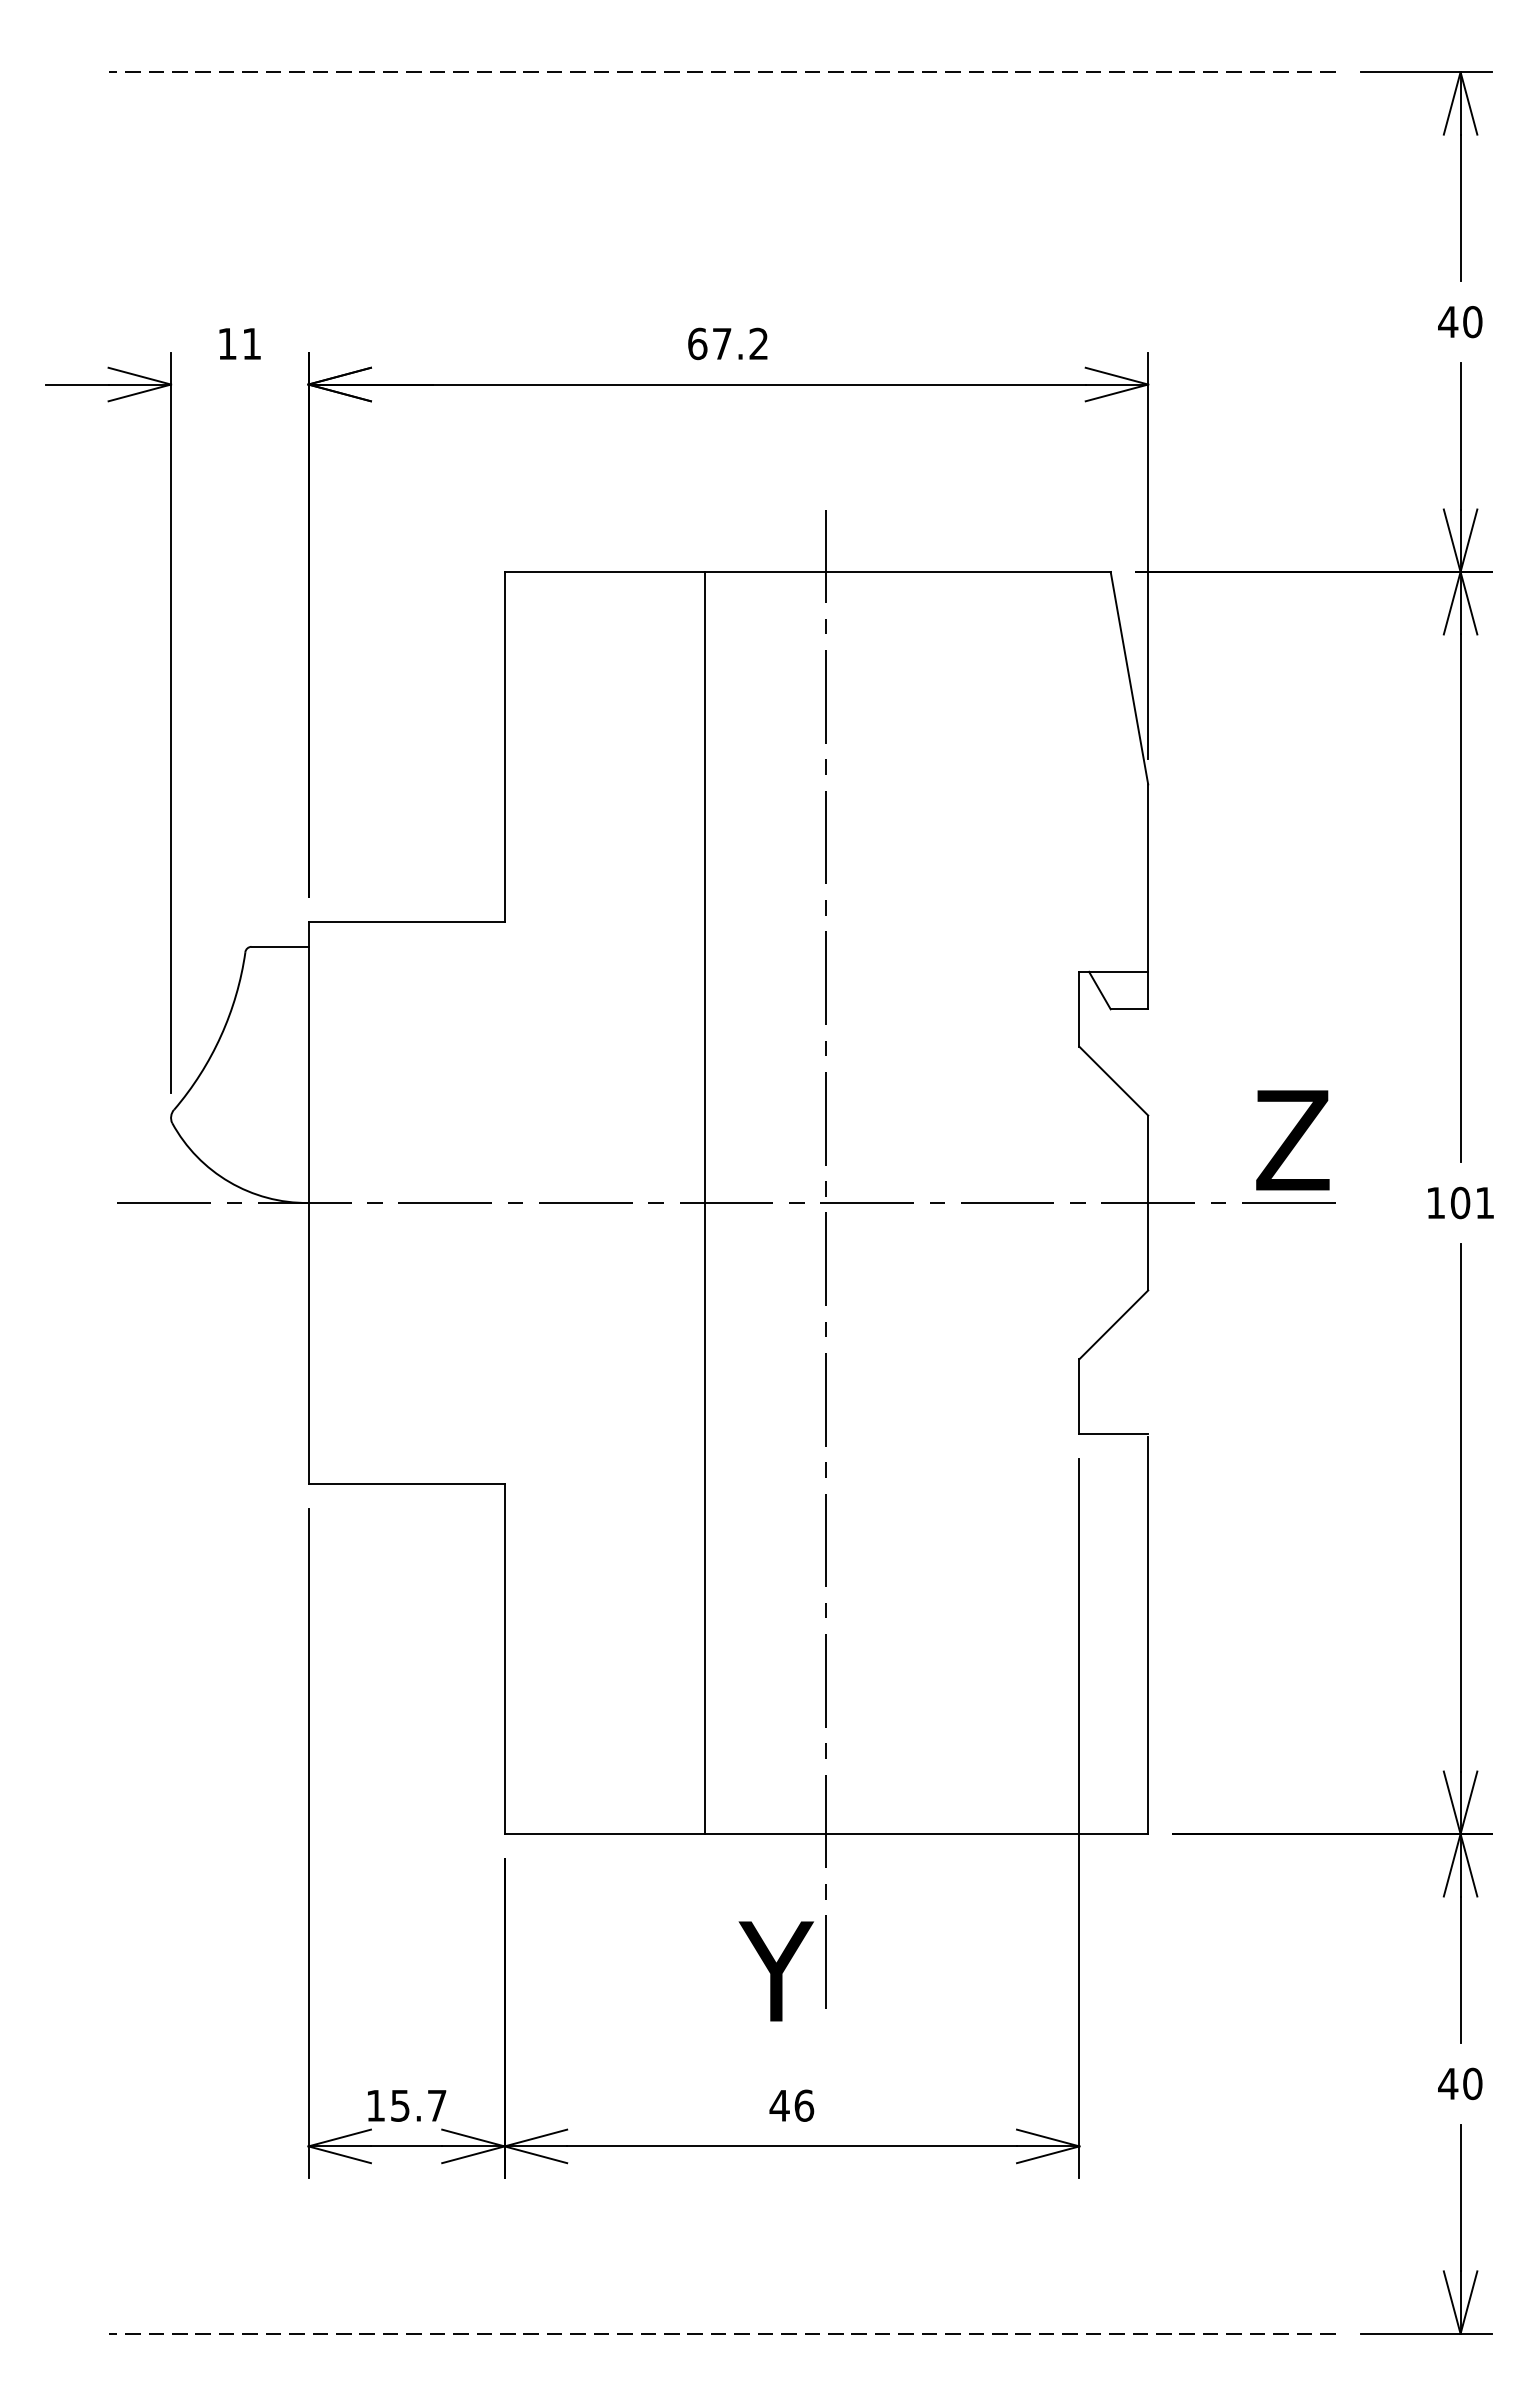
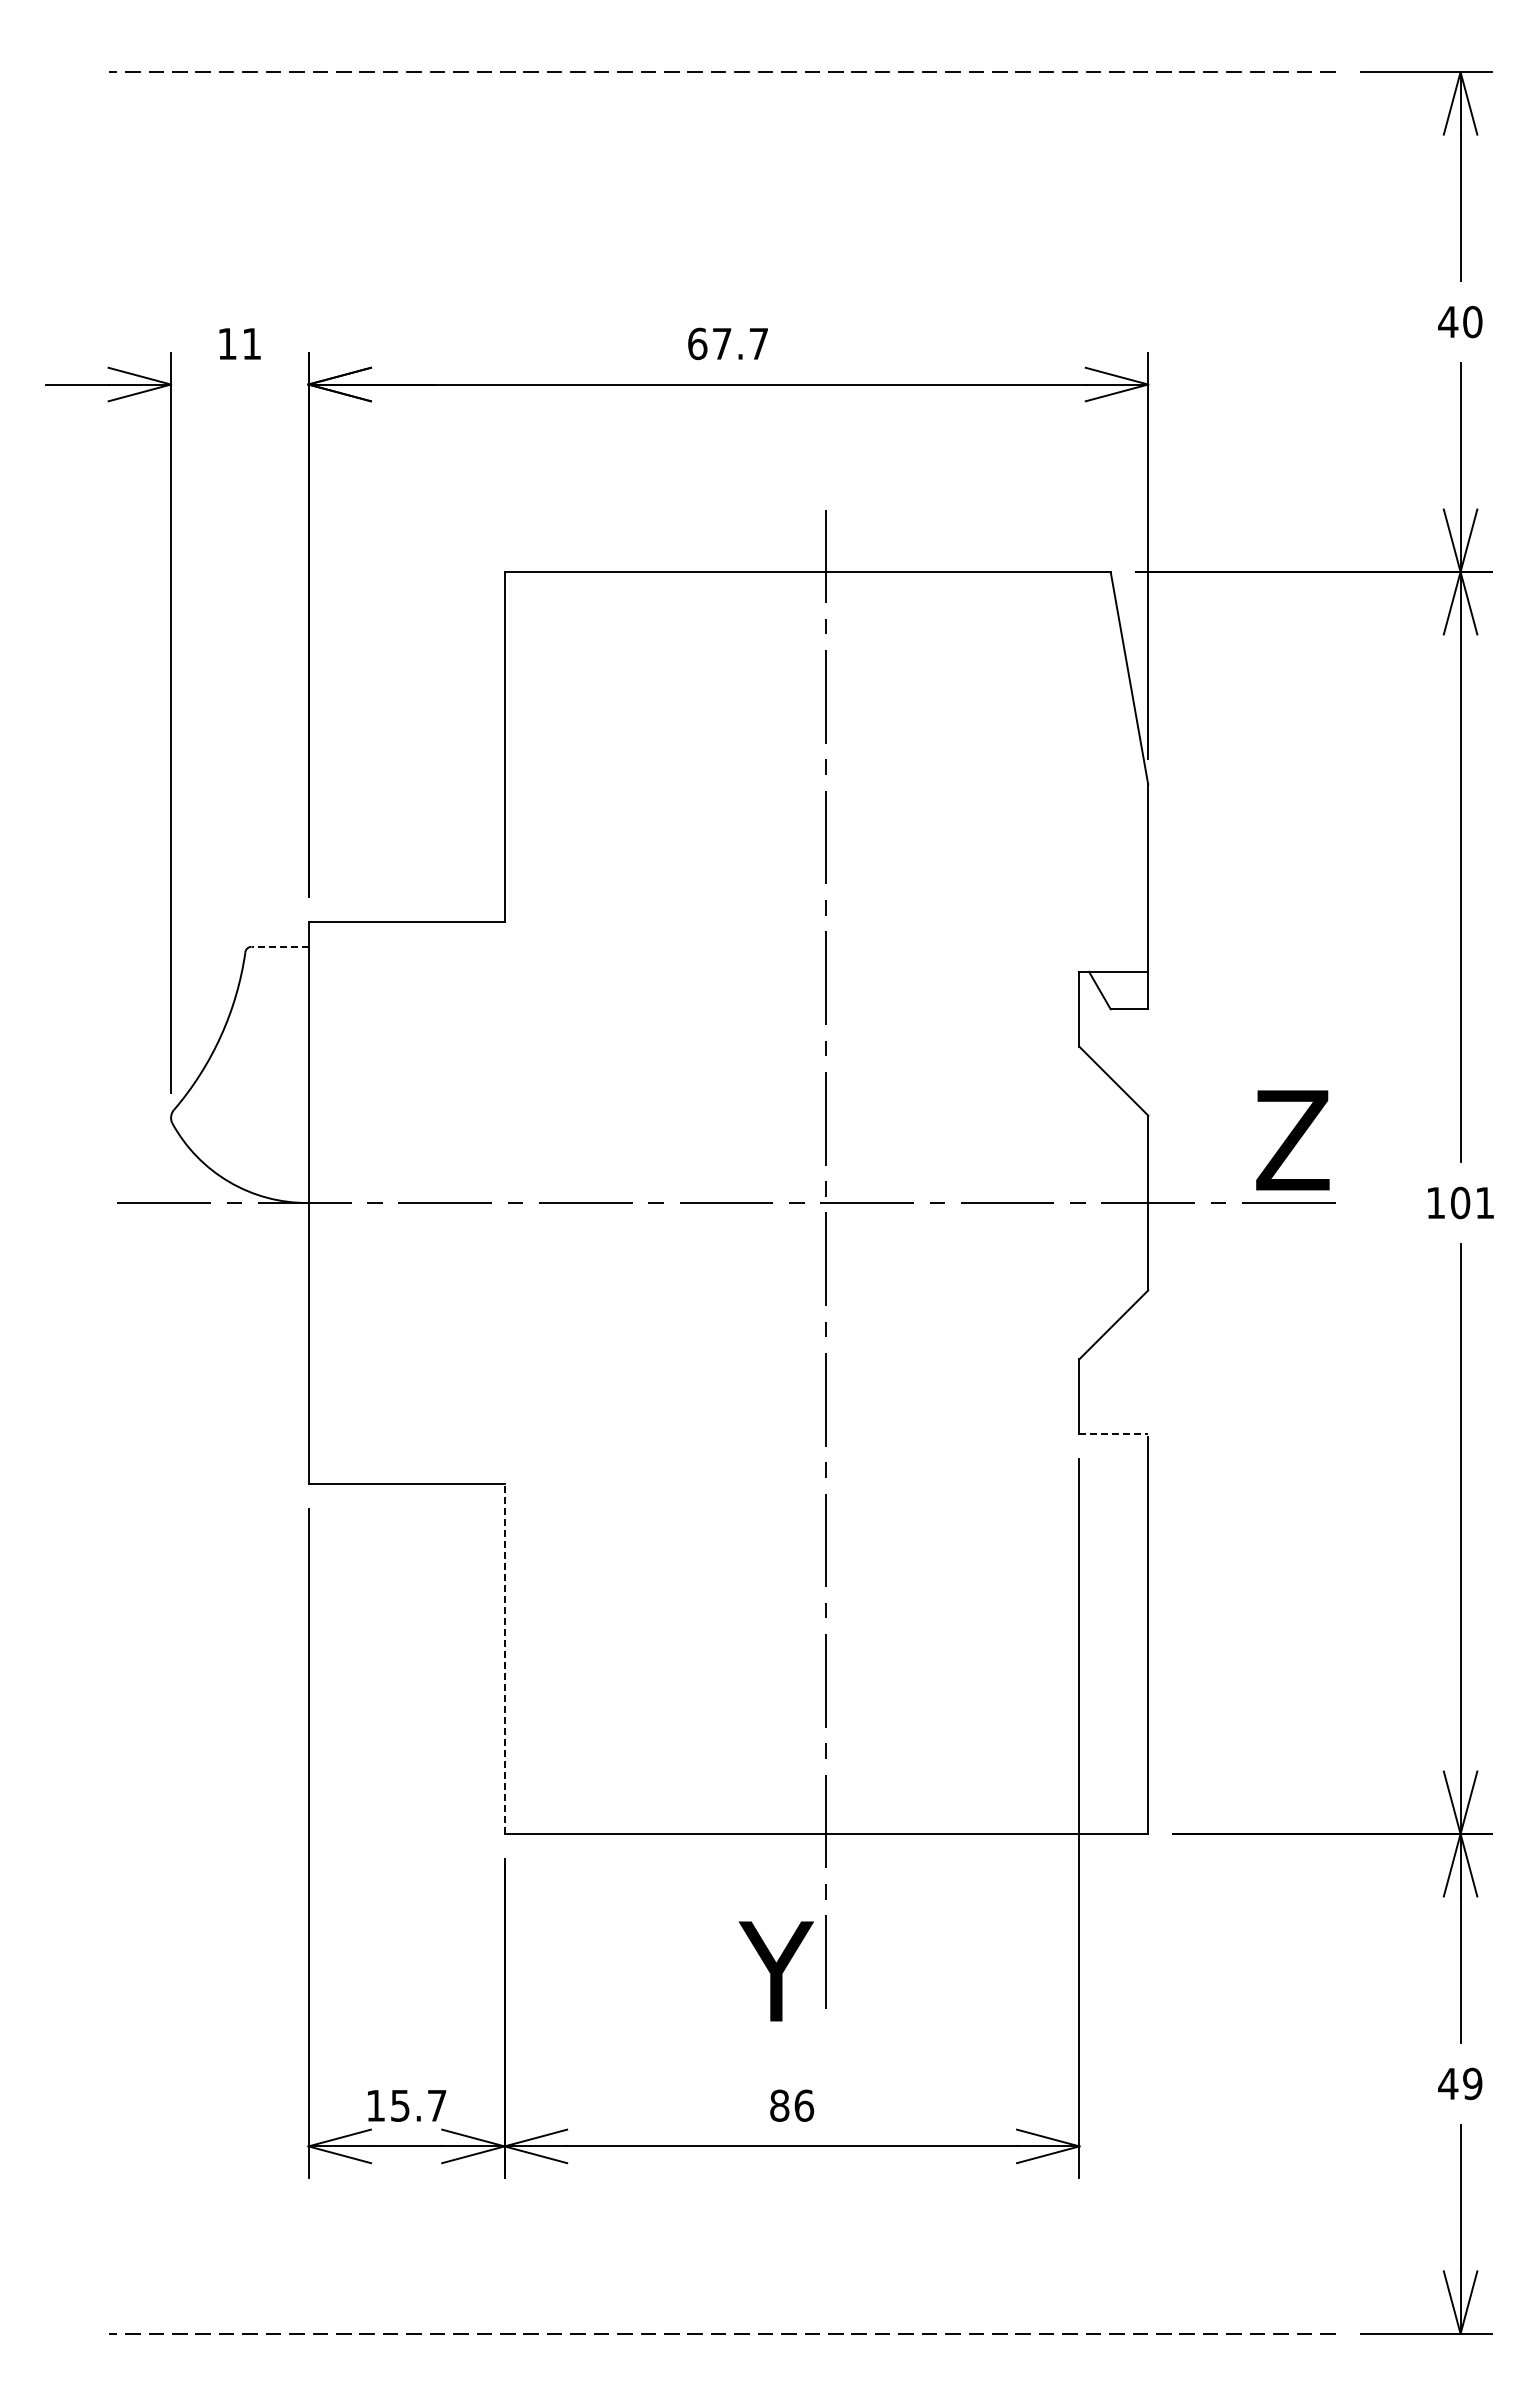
text at (758, 343): 67.2 -> 67.7
line at (279, 946): solid -> dashed
line at (704, 1202): present -> none
line at (1114, 1434): solid -> dashed
line at (504, 1659): solid -> dashed
text at (1472, 2084): 40 -> 49
text at (779, 2105): 46 -> 86
